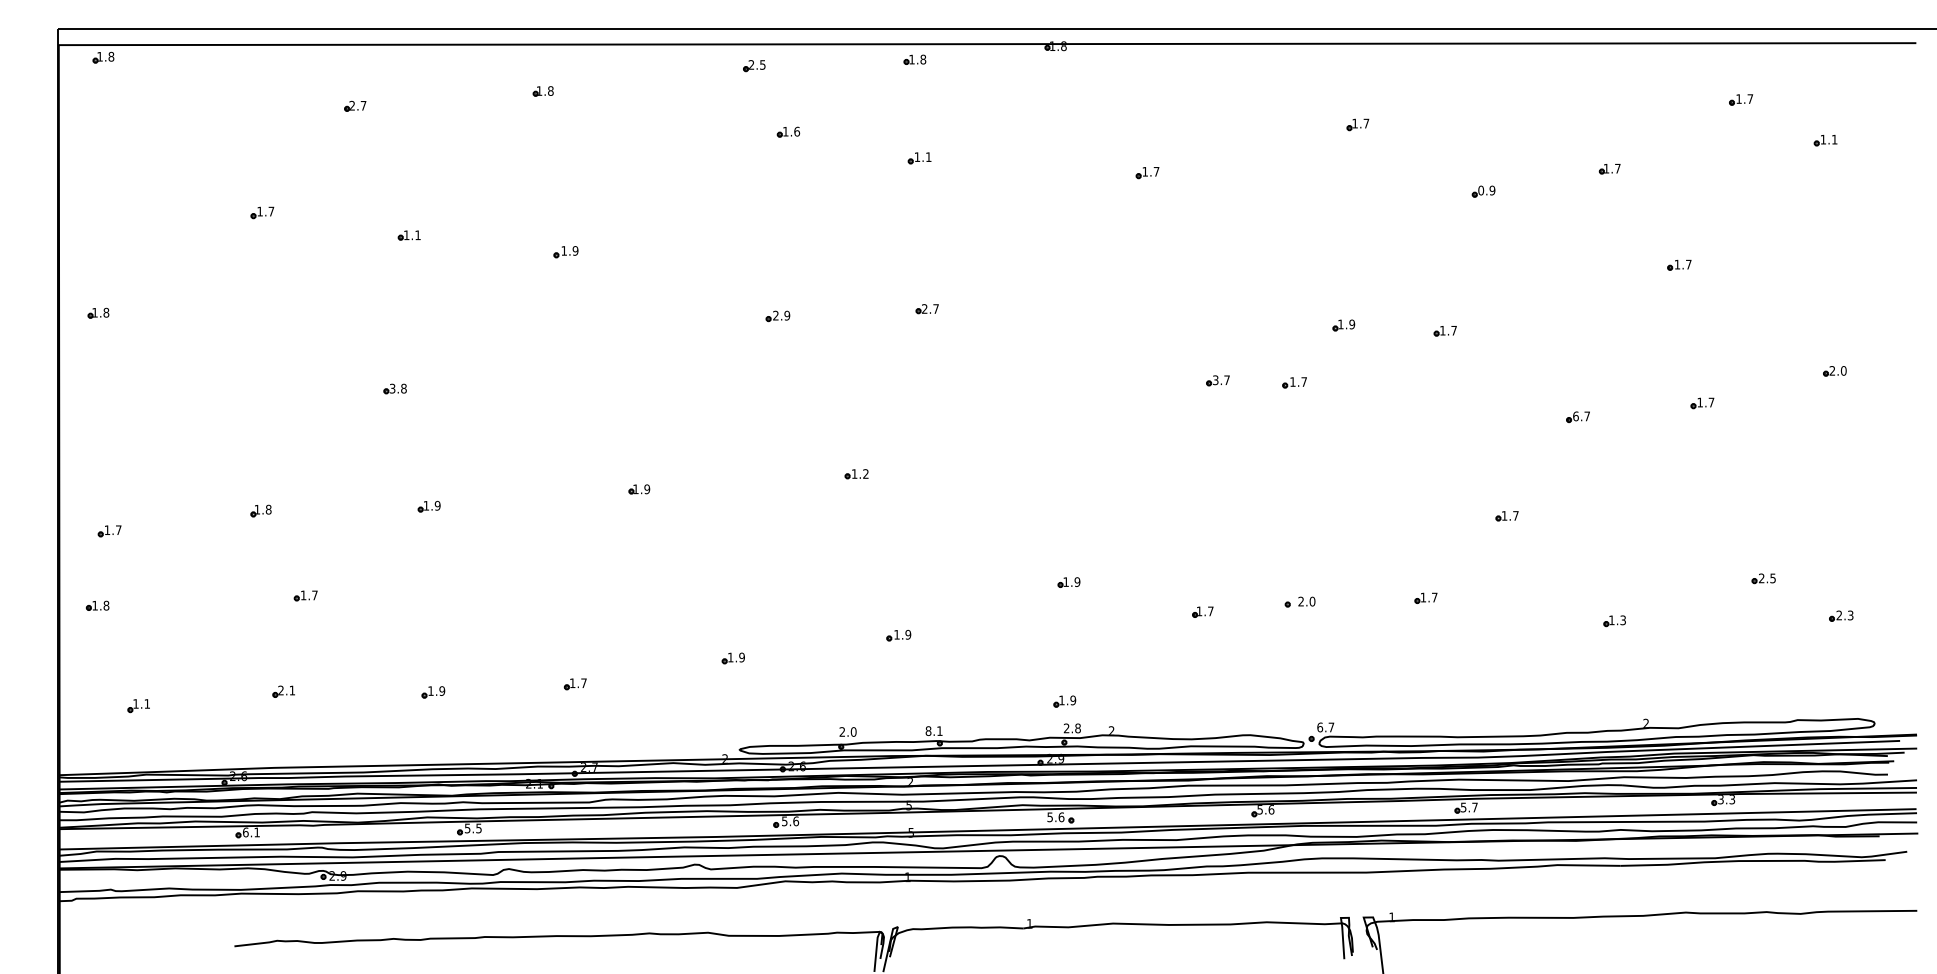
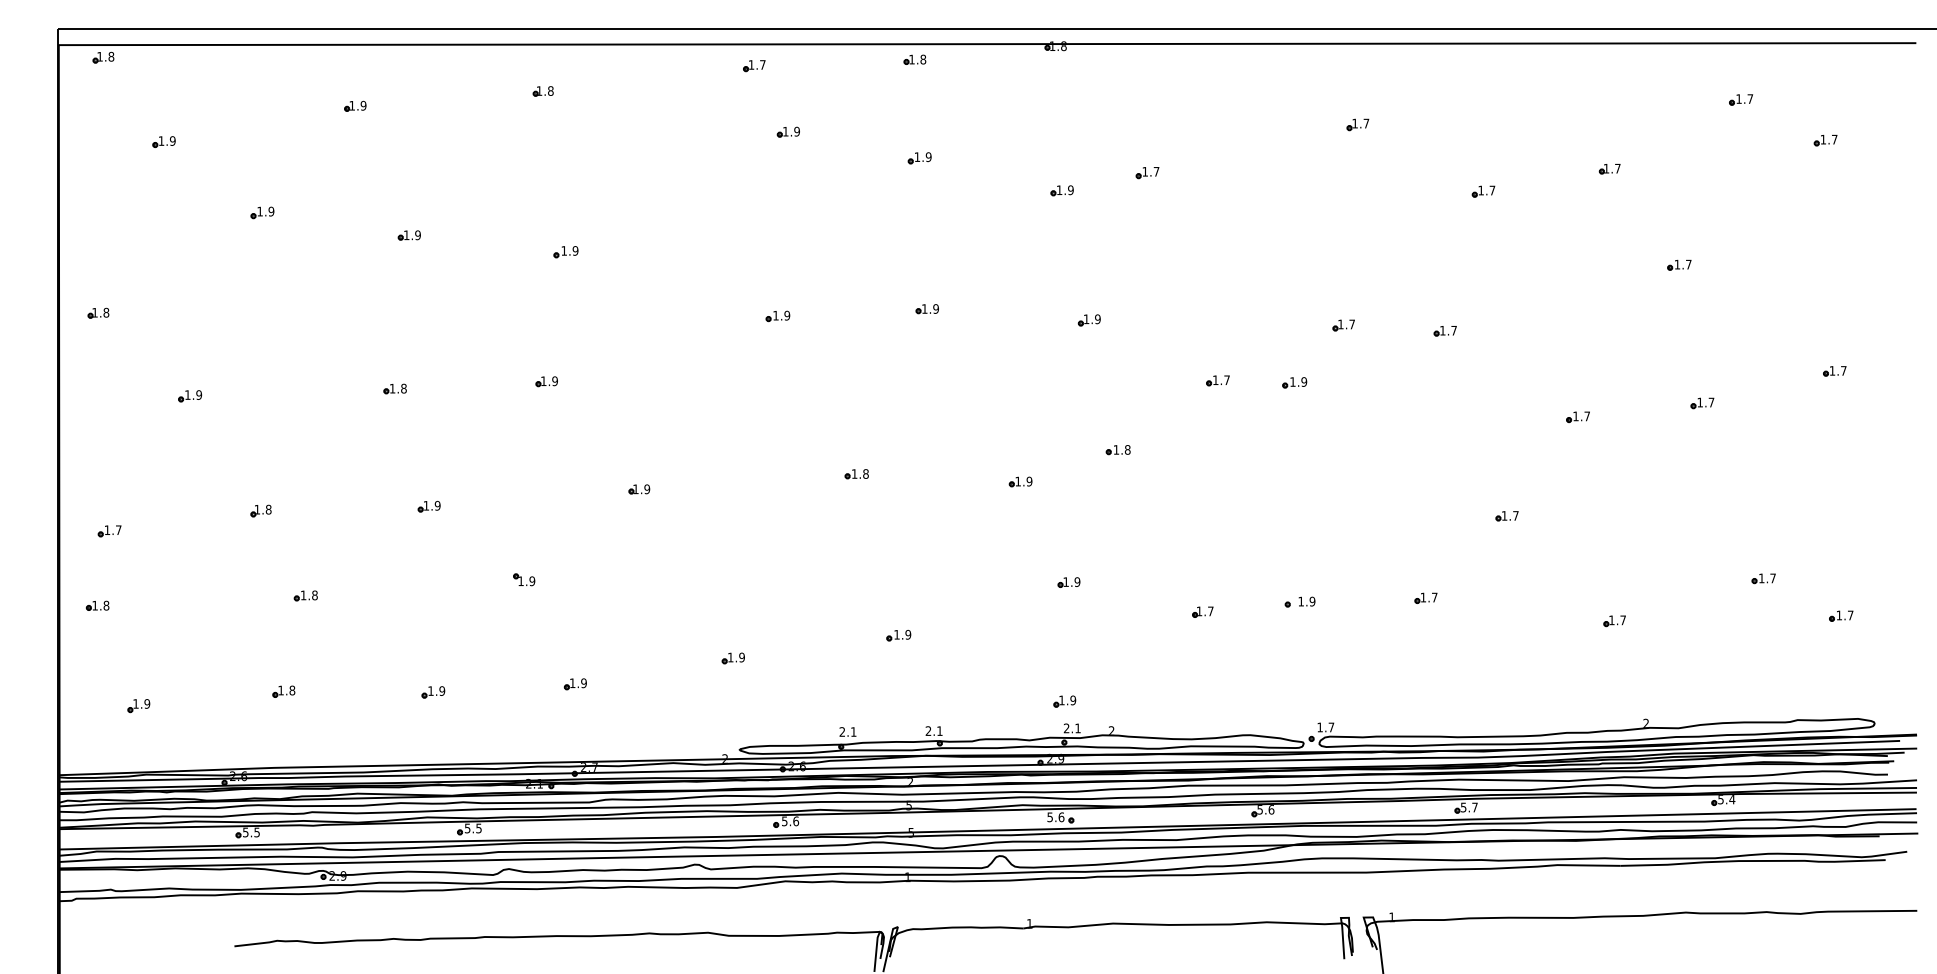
text at (756, 64): 2.5 -> 1.7
text at (357, 105): 2.7 -> 1.9
text at (797, 131): 1.6 -> 1.9
text at (1834, 139): 1.1 -> 1.7
part at (163, 141): none -> present
text at (928, 157): 1.1 -> 1.9
part at (1061, 190): none -> present
text at (1486, 190): 0.9 -> 1.7
text at (271, 211): 1.7 -> 1.9
text at (417, 235): 1.1 -> 1.9
text at (930, 308): 2.7 -> 1.9
text at (775, 315): 2.9 -> 1.9
part at (1088, 320): none -> present
text at (1352, 324): 1.9 -> 1.7
text at (1837, 370): 2.0 -> 1.7
text at (1215, 380): 3.7 -> 1.7
part at (546, 381): none -> present
text at (1304, 381): 1.7 -> 1.9
text at (392, 388): 3.8 -> 1.8
part at (190, 396): none -> present
text at (1575, 416): 6.7 -> 1.7
part at (1117, 450): none -> present
text at (865, 473): 1.2 -> 1.8
part at (1020, 481): none -> present
text at (1767, 578): 2.5 -> 1.7
part at (524, 579): none -> present
text at (314, 595): 1.7 -> 1.8
text at (1306, 601): 2.0 -> 1.9
text at (1844, 615): 2.3 -> 1.7
text at (1622, 620): 1.3 -> 1.7
text at (583, 683): 1.7 -> 1.9
text at (286, 690): 2.1 -> 1.8
text at (147, 703): 1.1 -> 1.9
text at (1320, 727): 6.7 -> 1.7
text at (1077, 728): 2.8 -> 2.1
text at (928, 730): 8.1 -> 2.1
text at (853, 731): 2.0 -> 2.1
text at (1726, 799): 3.3 -> 5.4
text at (251, 832): 6.1 -> 5.5
